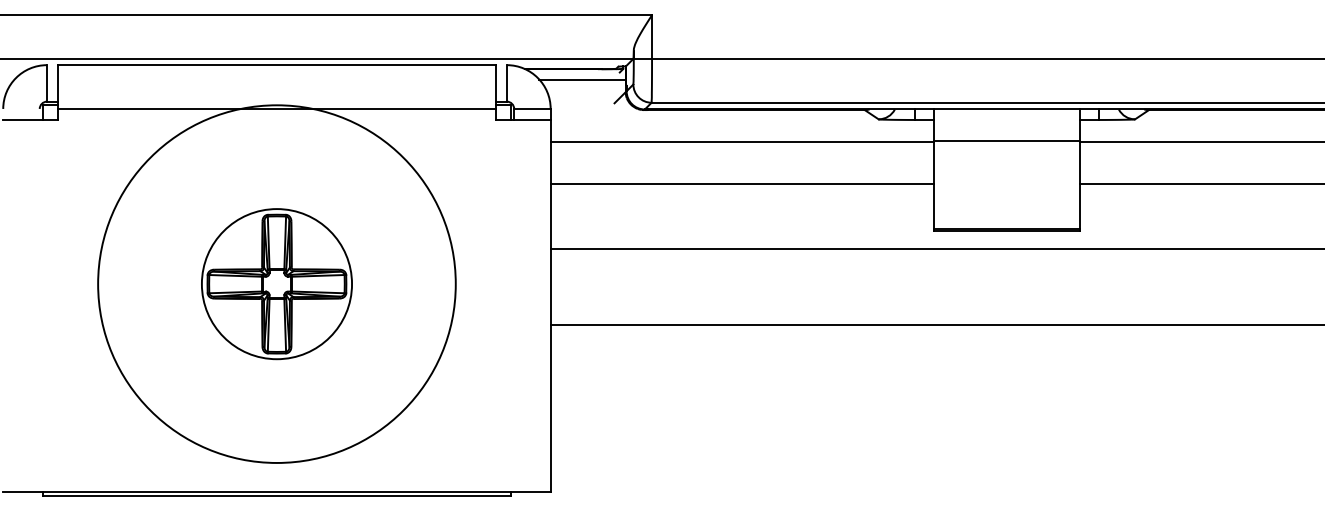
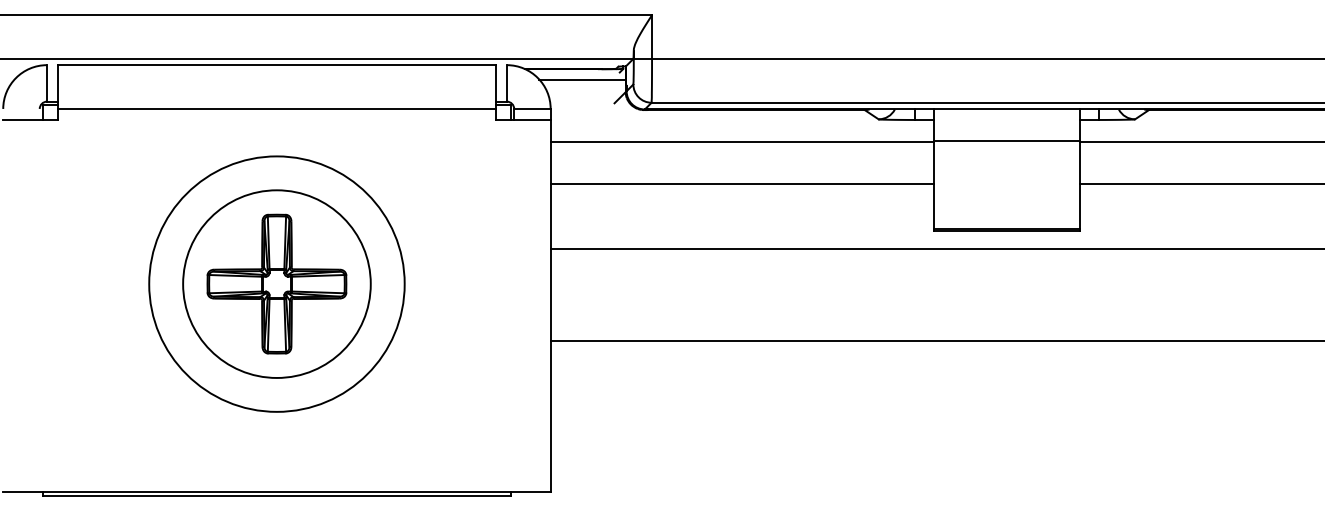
circle at (276, 283) diameter: 358 px -> 255 px
circle at (276, 284) diameter: 150 px -> 188 px
line at (935, 324) position: (935, 324) -> (935, 340)
